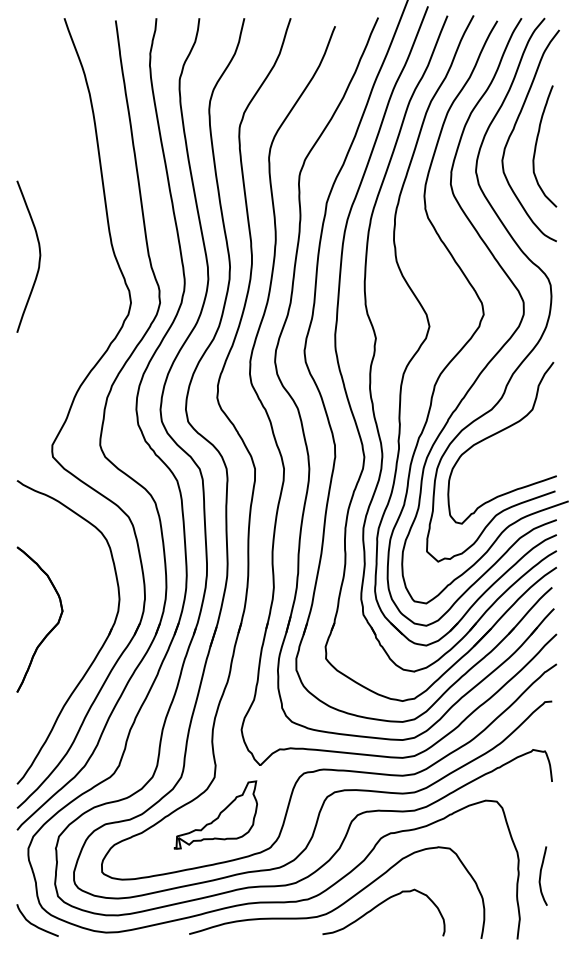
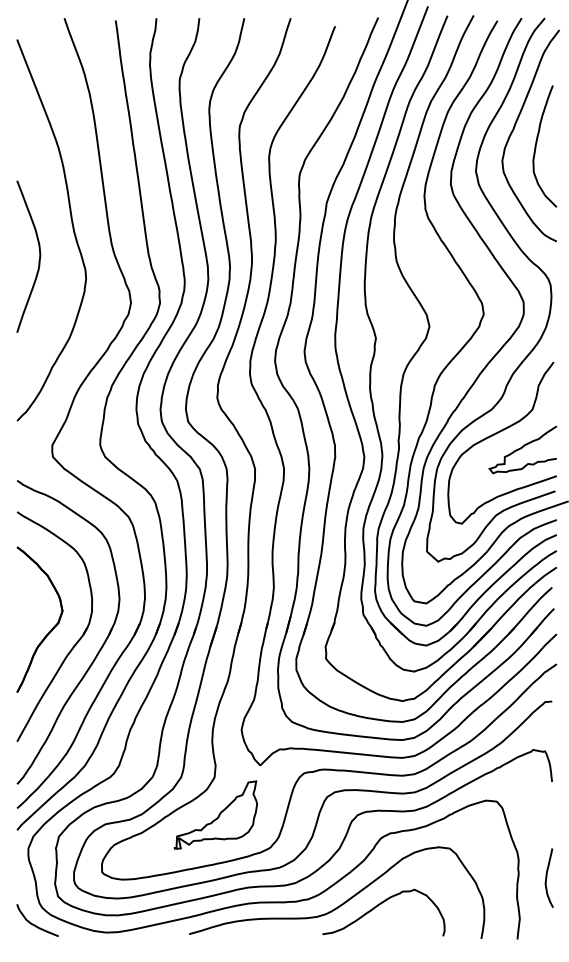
curve at (71, 224): none -> present
curve at (522, 448): none -> present
part at (76, 641): none -> present
curve at (541, 875) position: (541, 875) -> (547, 877)
